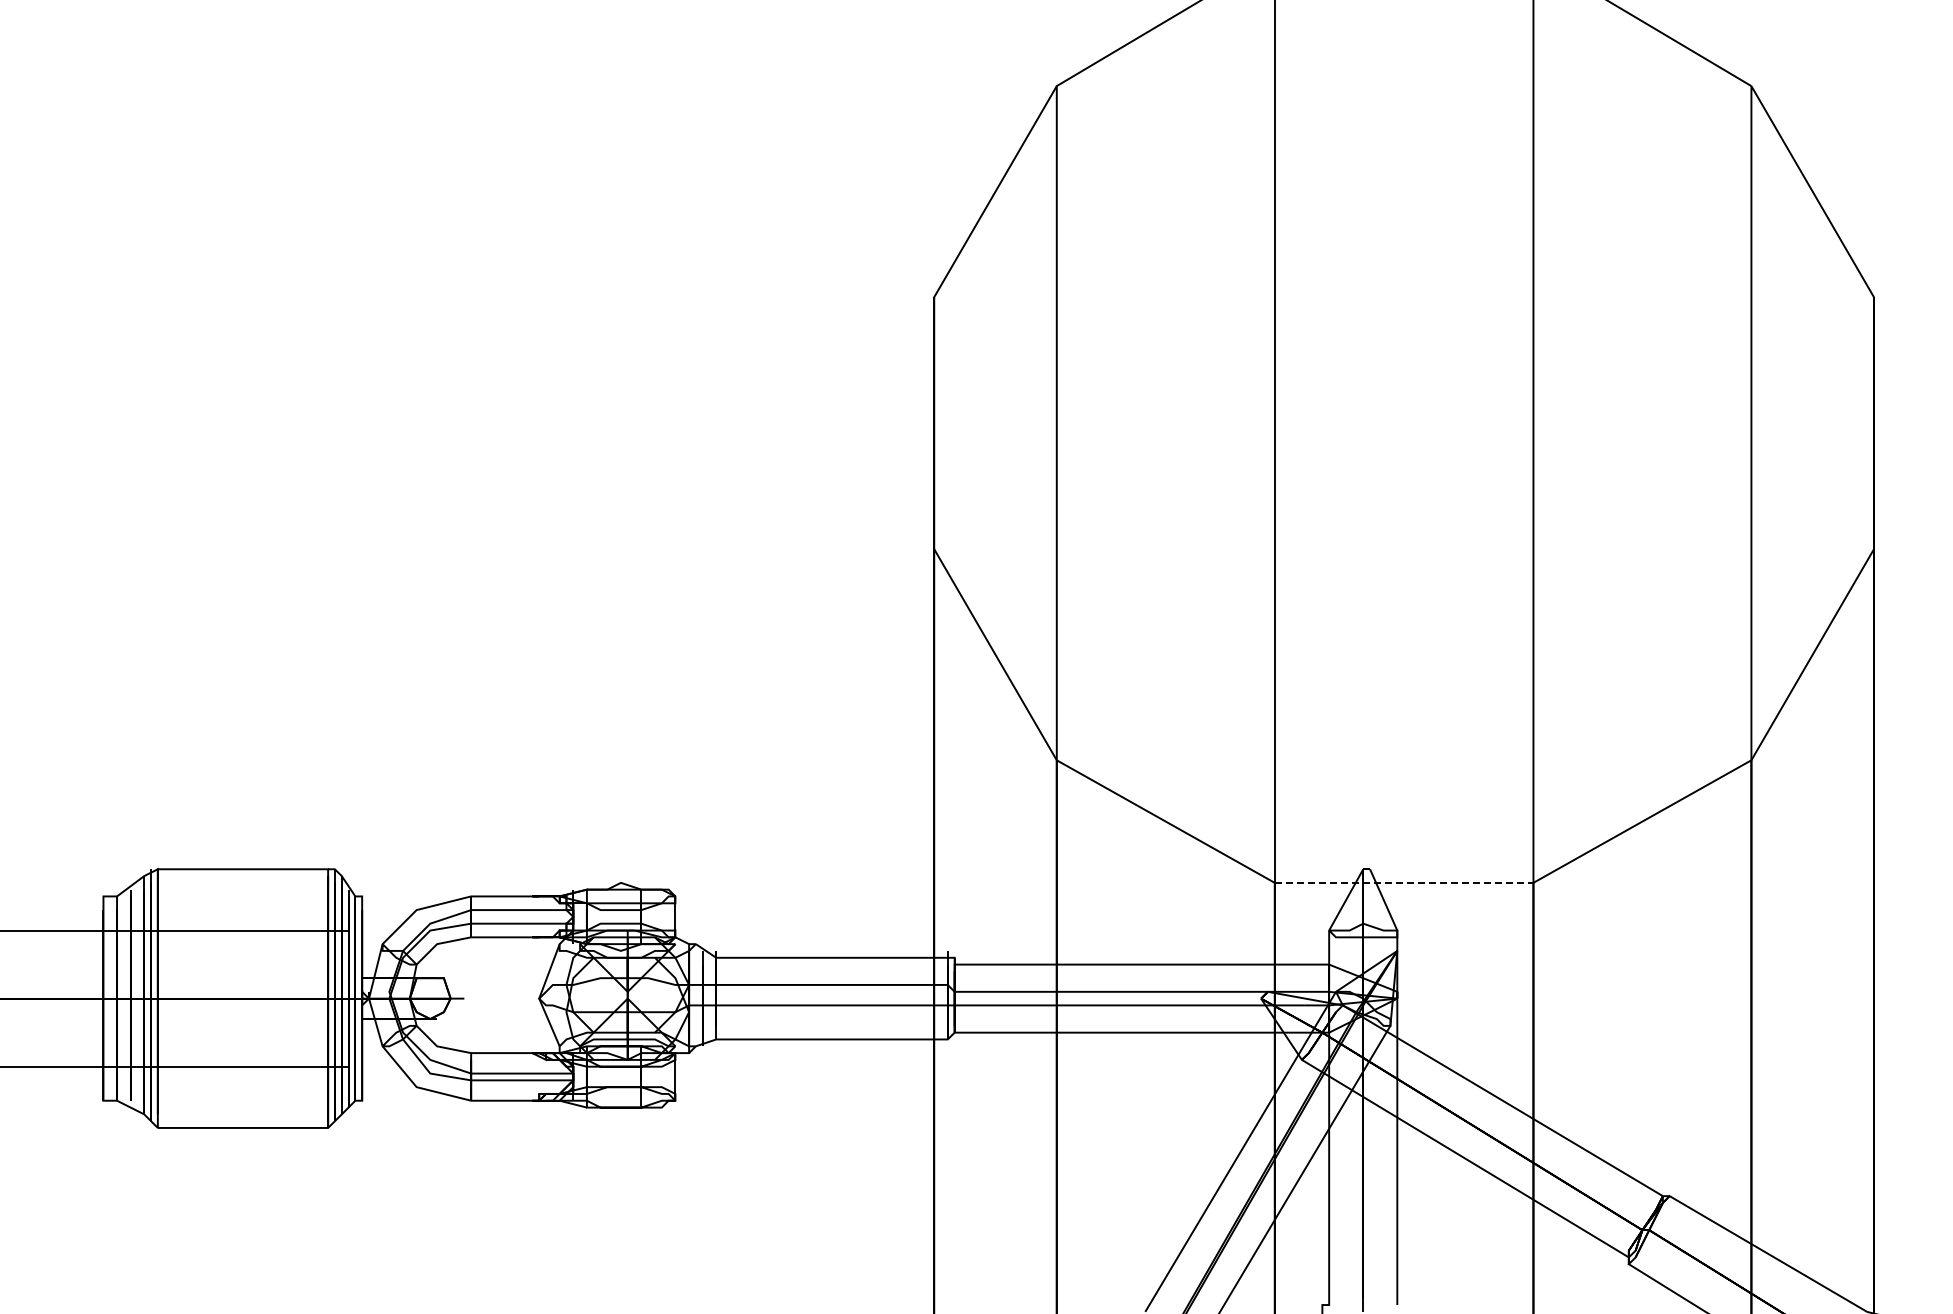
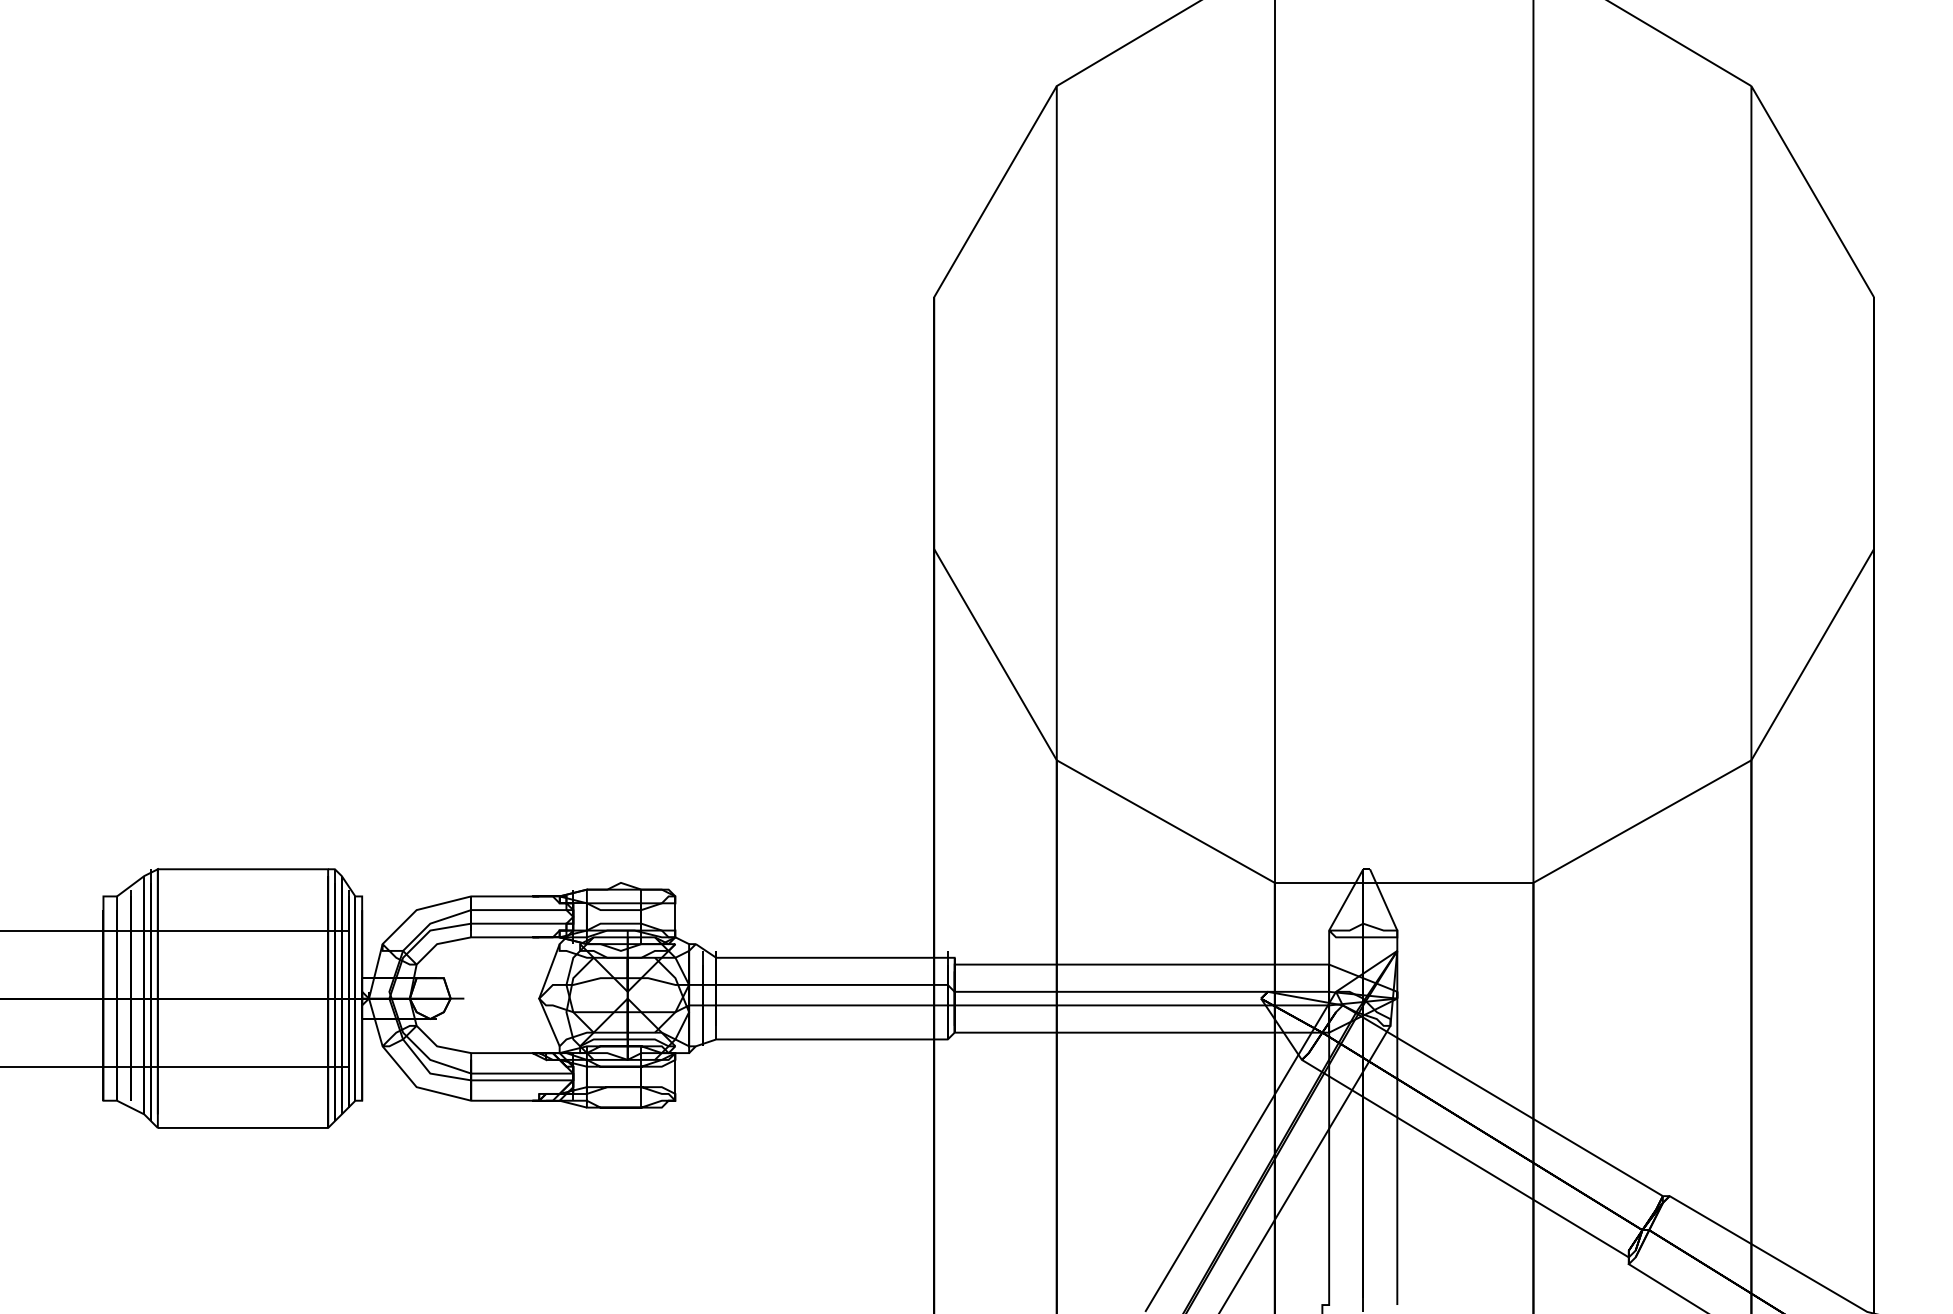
line at (1404, 882): dashed -> solid
